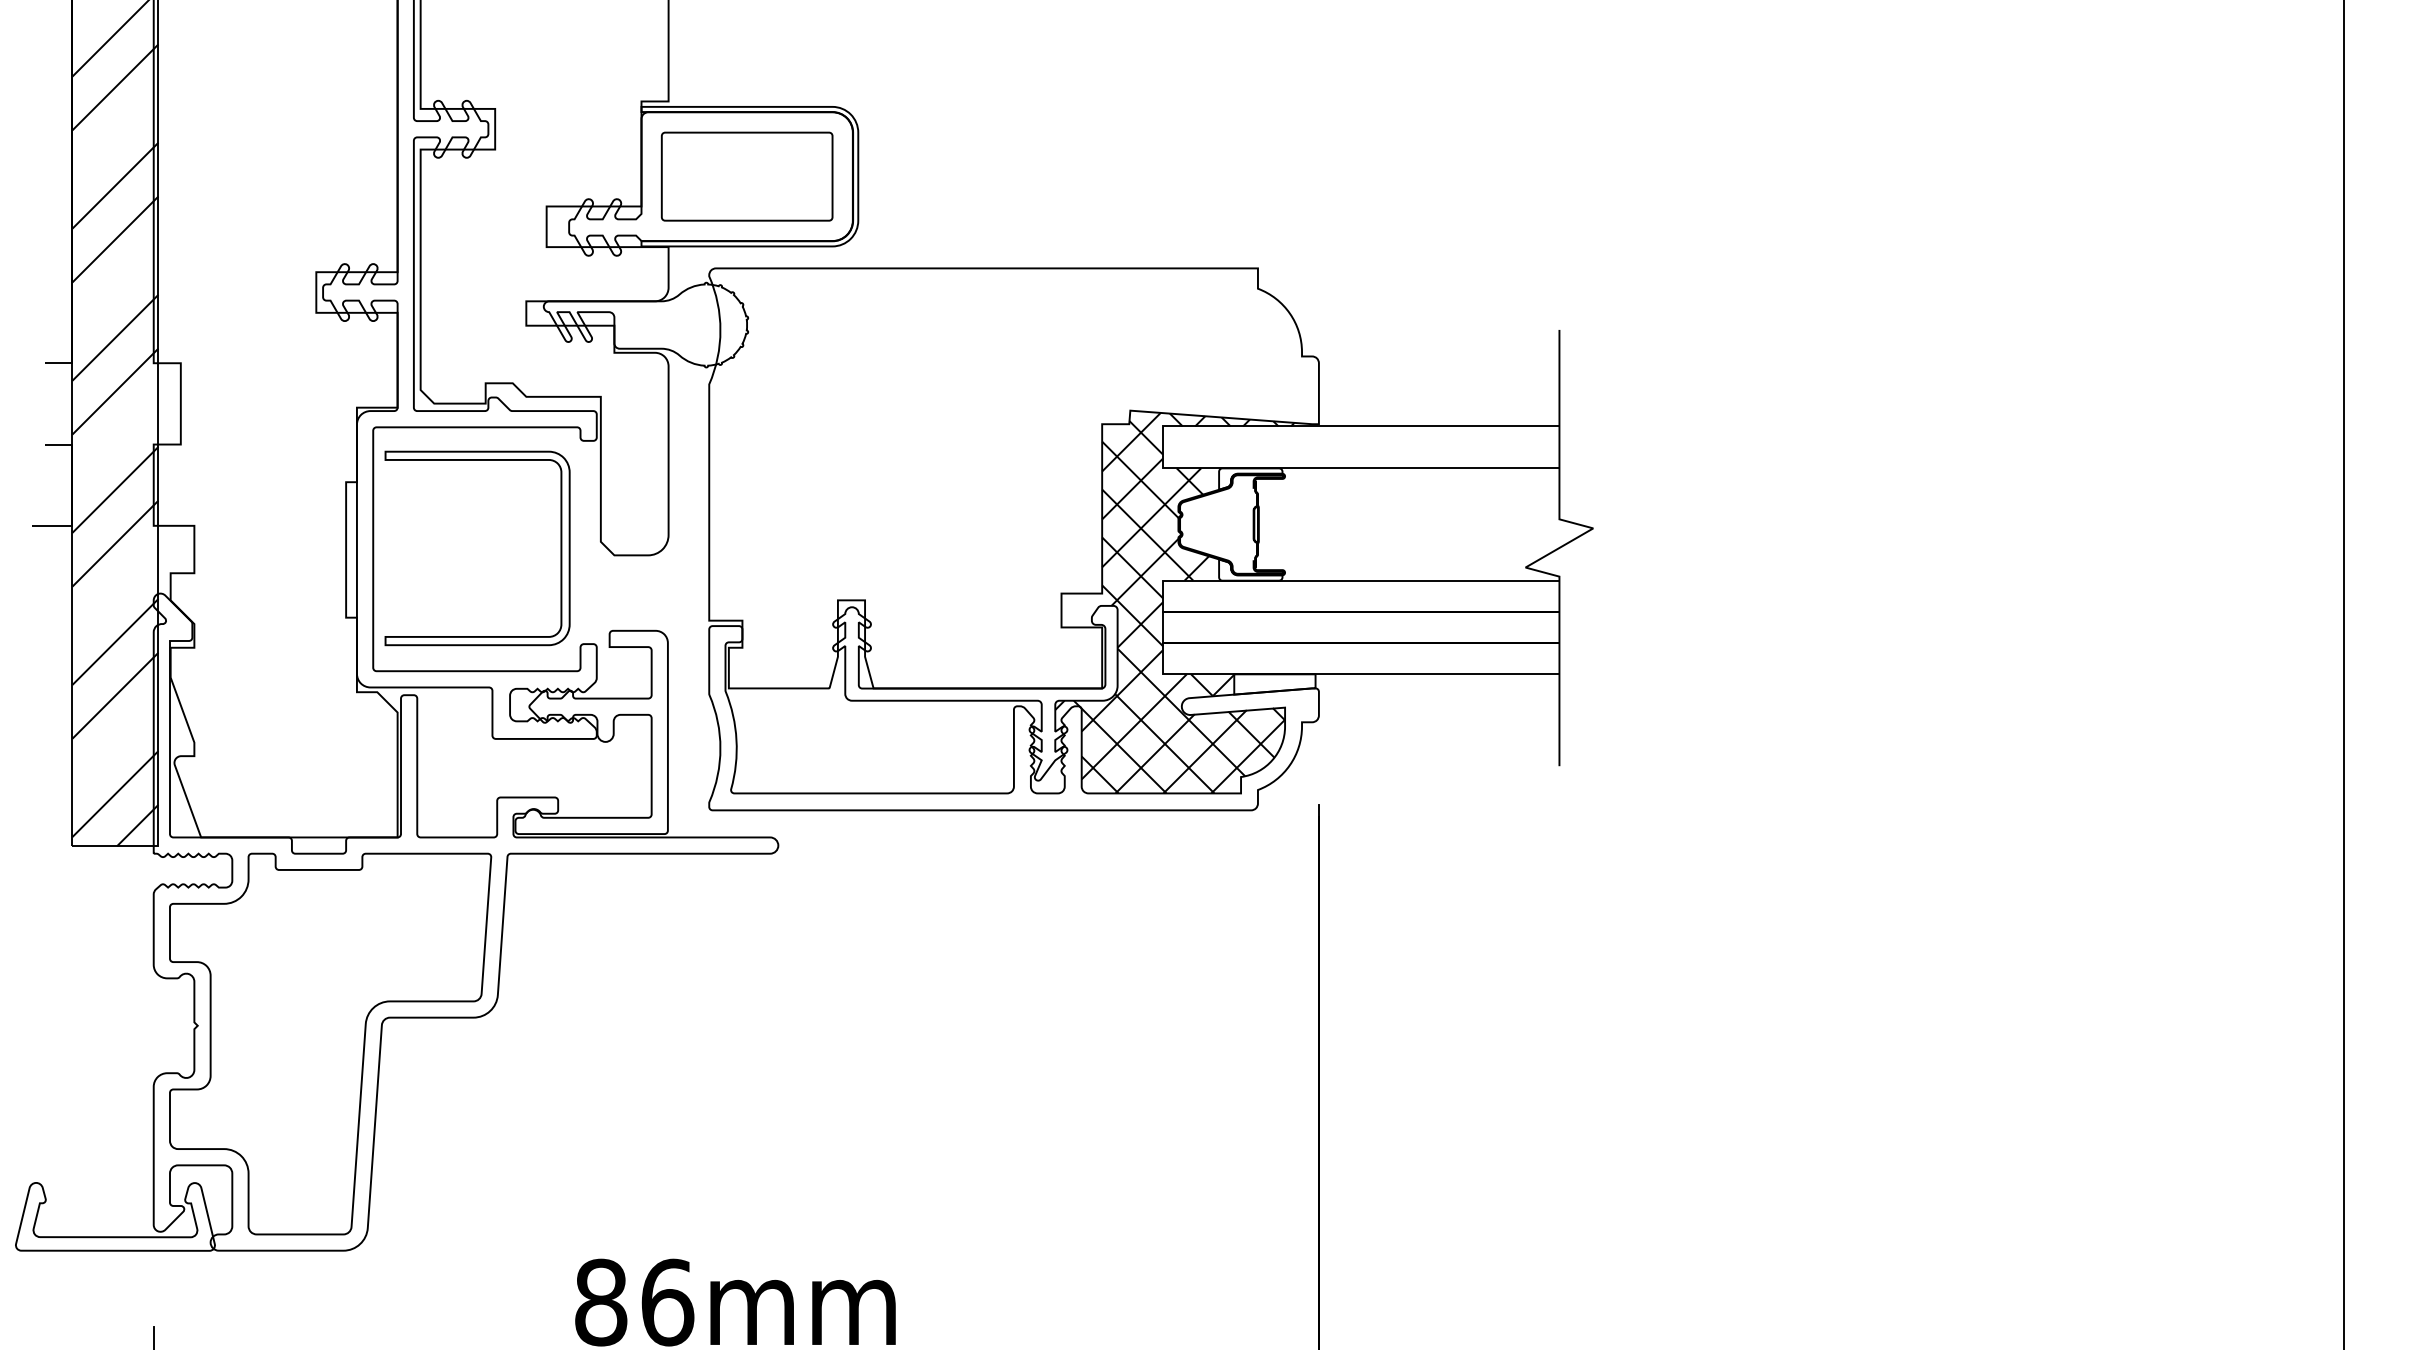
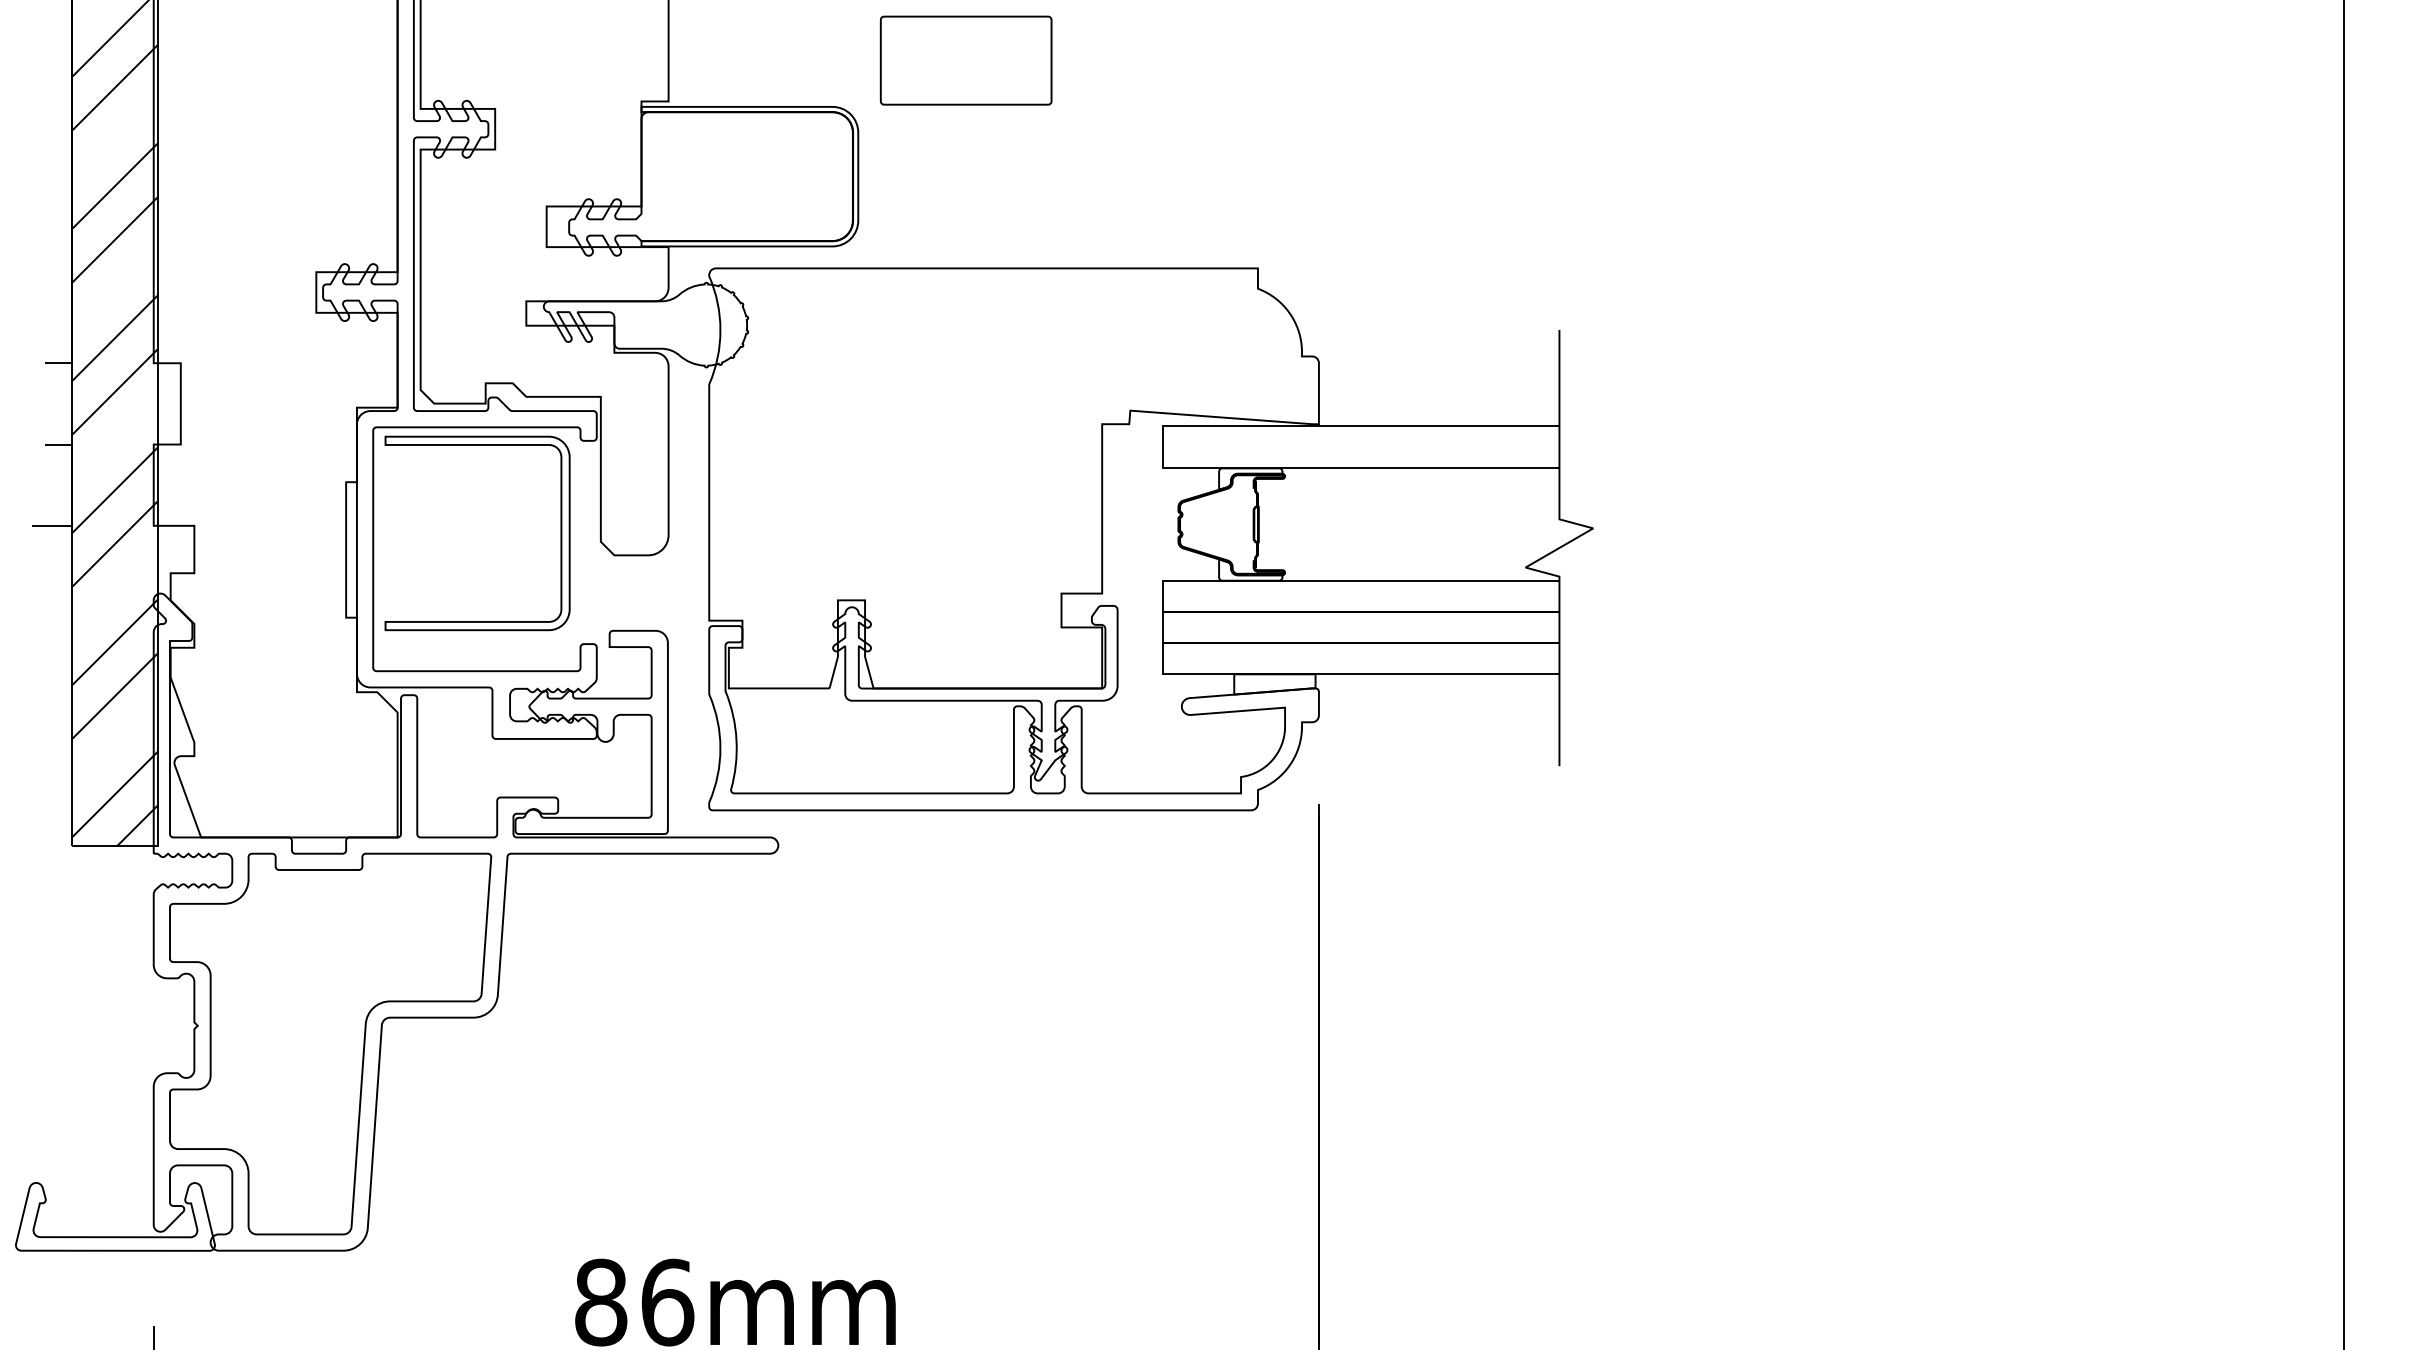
part at (746, 176) position: (746, 176) -> (965, 60)
part at (560, 548) position: (560, 548) -> (560, 533)
hatch at (1174, 602): present -> none
